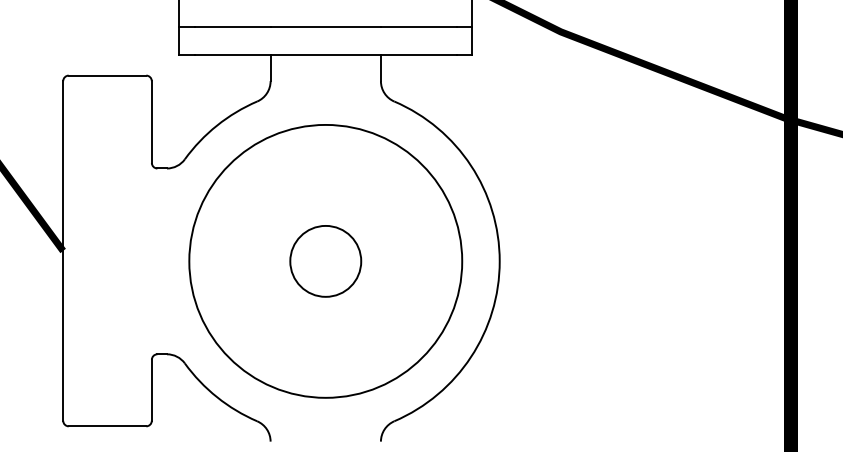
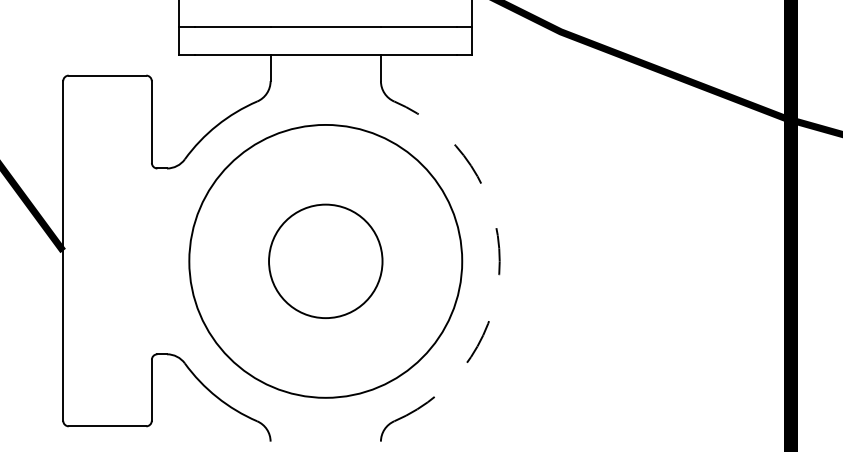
circle at (325, 260) diameter: 71 px -> 114 px
arc at (499, 261): solid -> dashed
